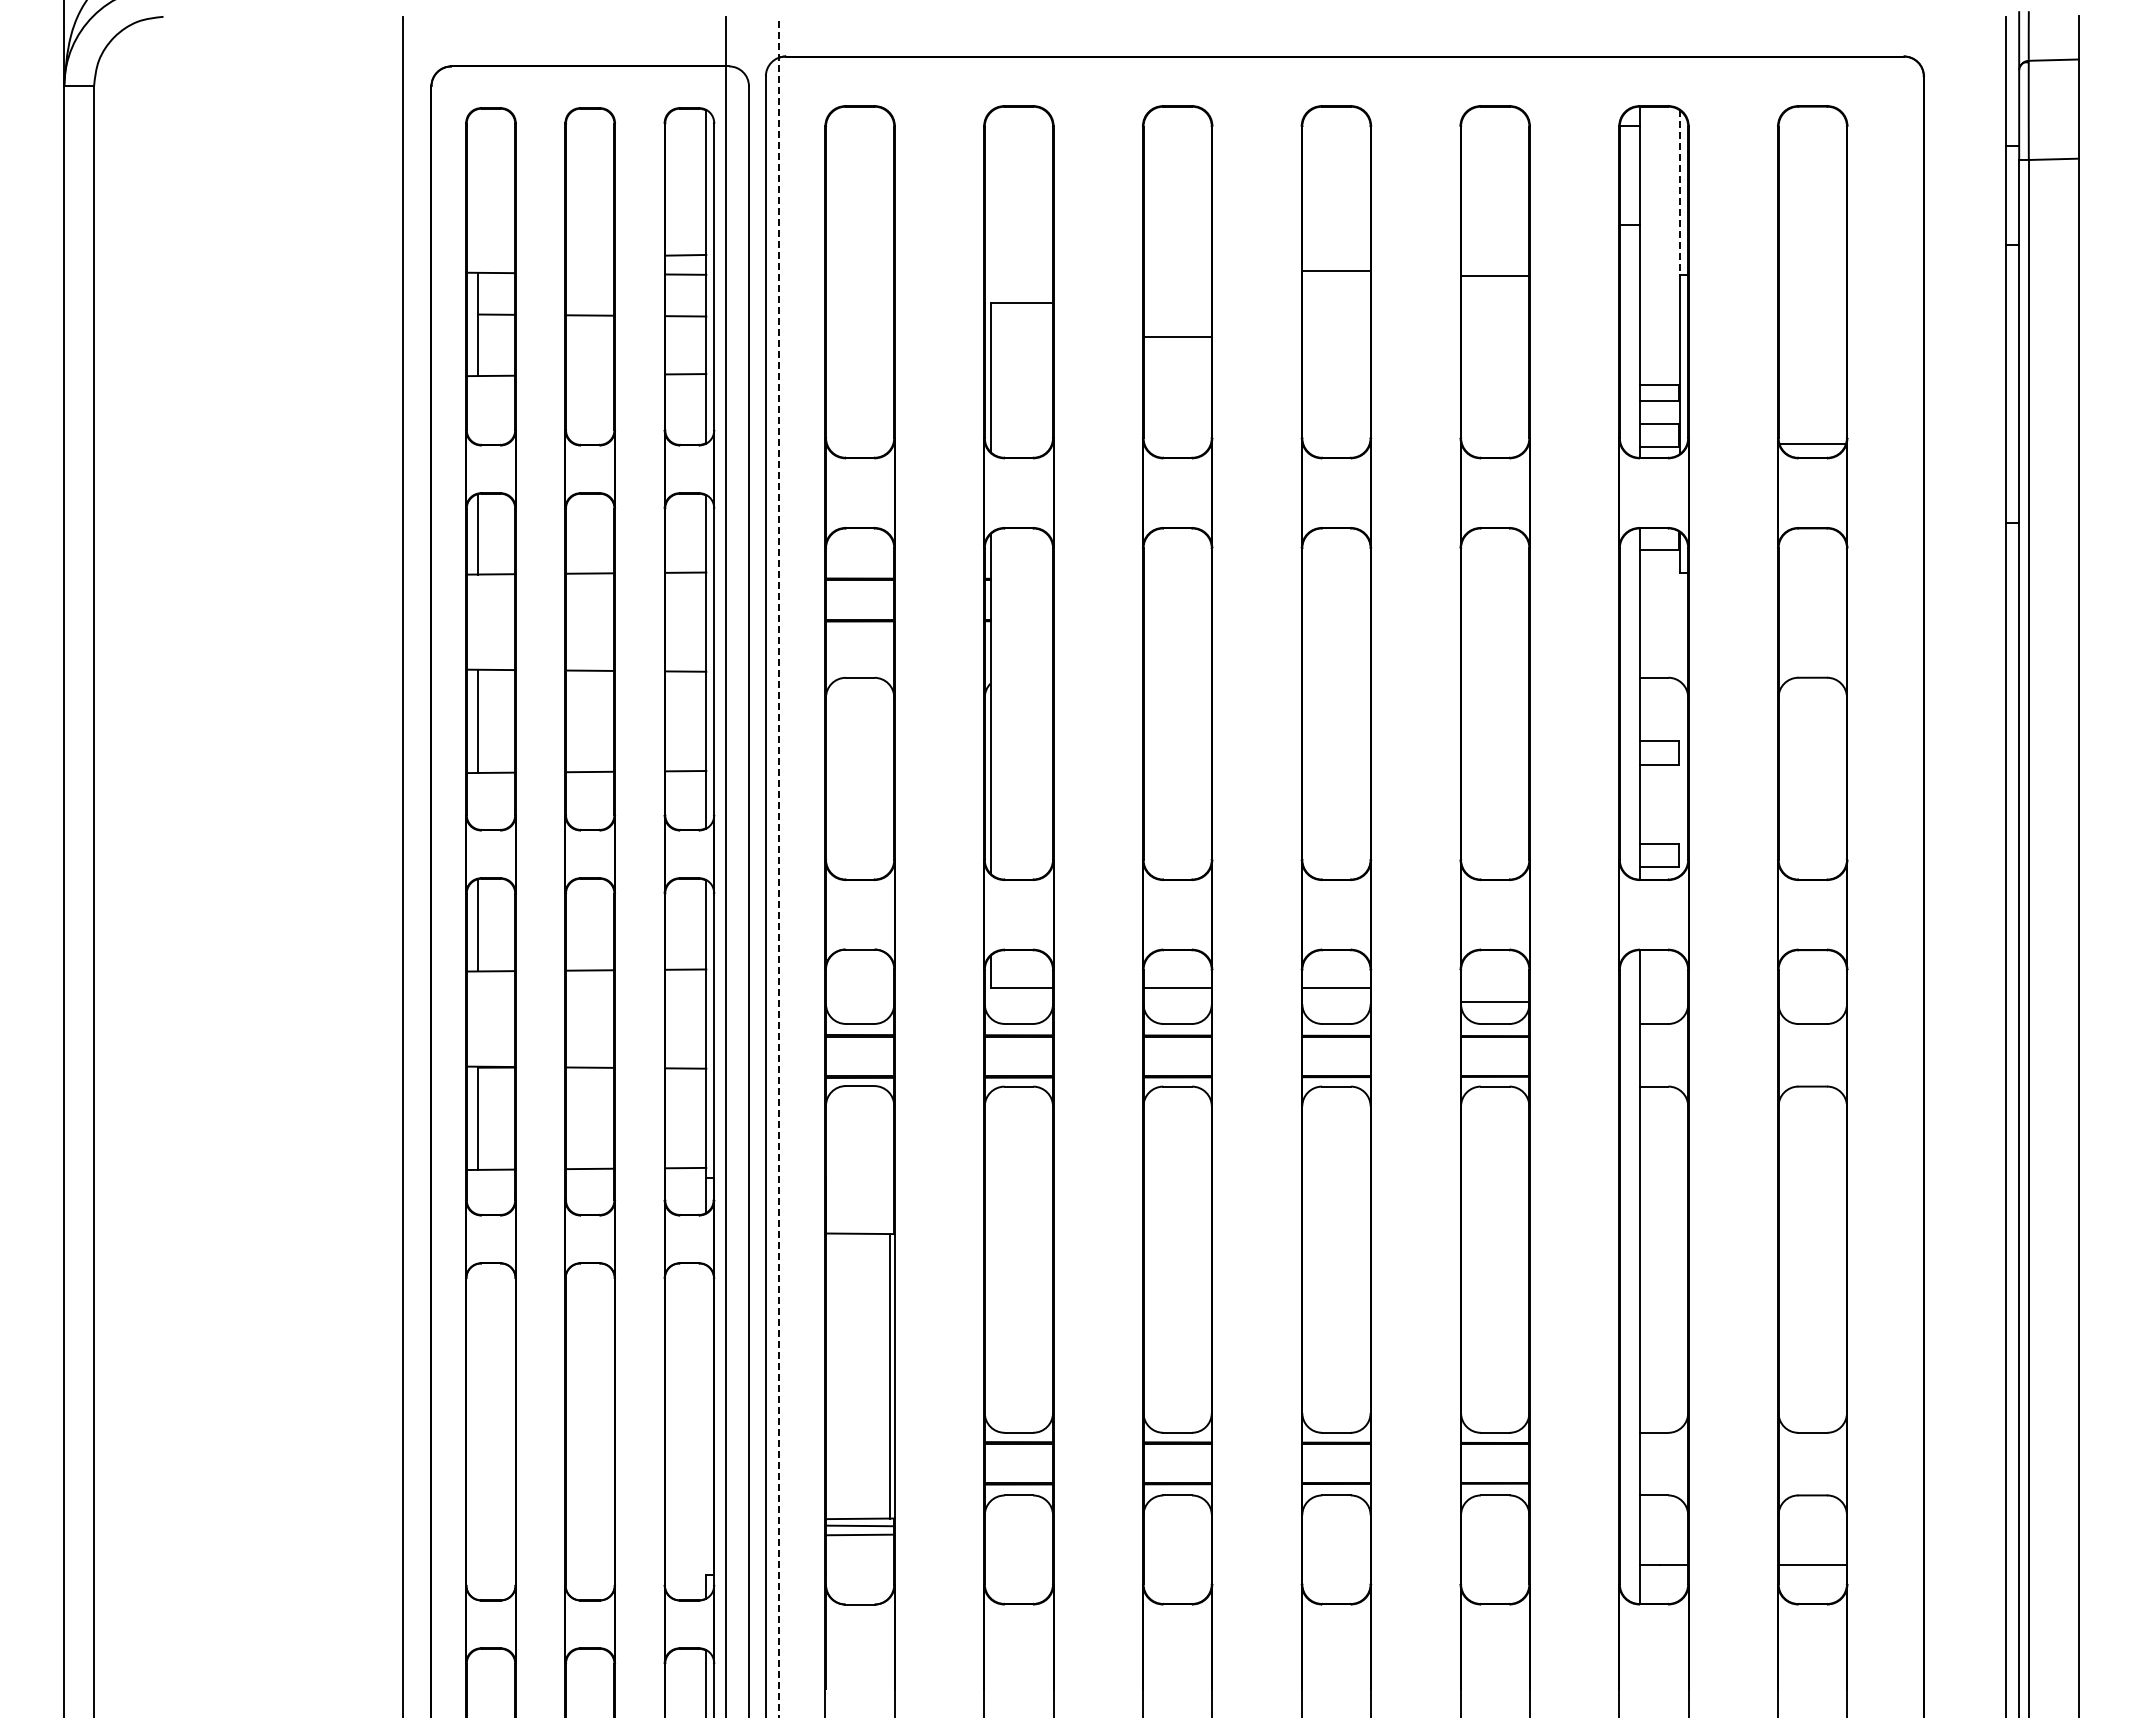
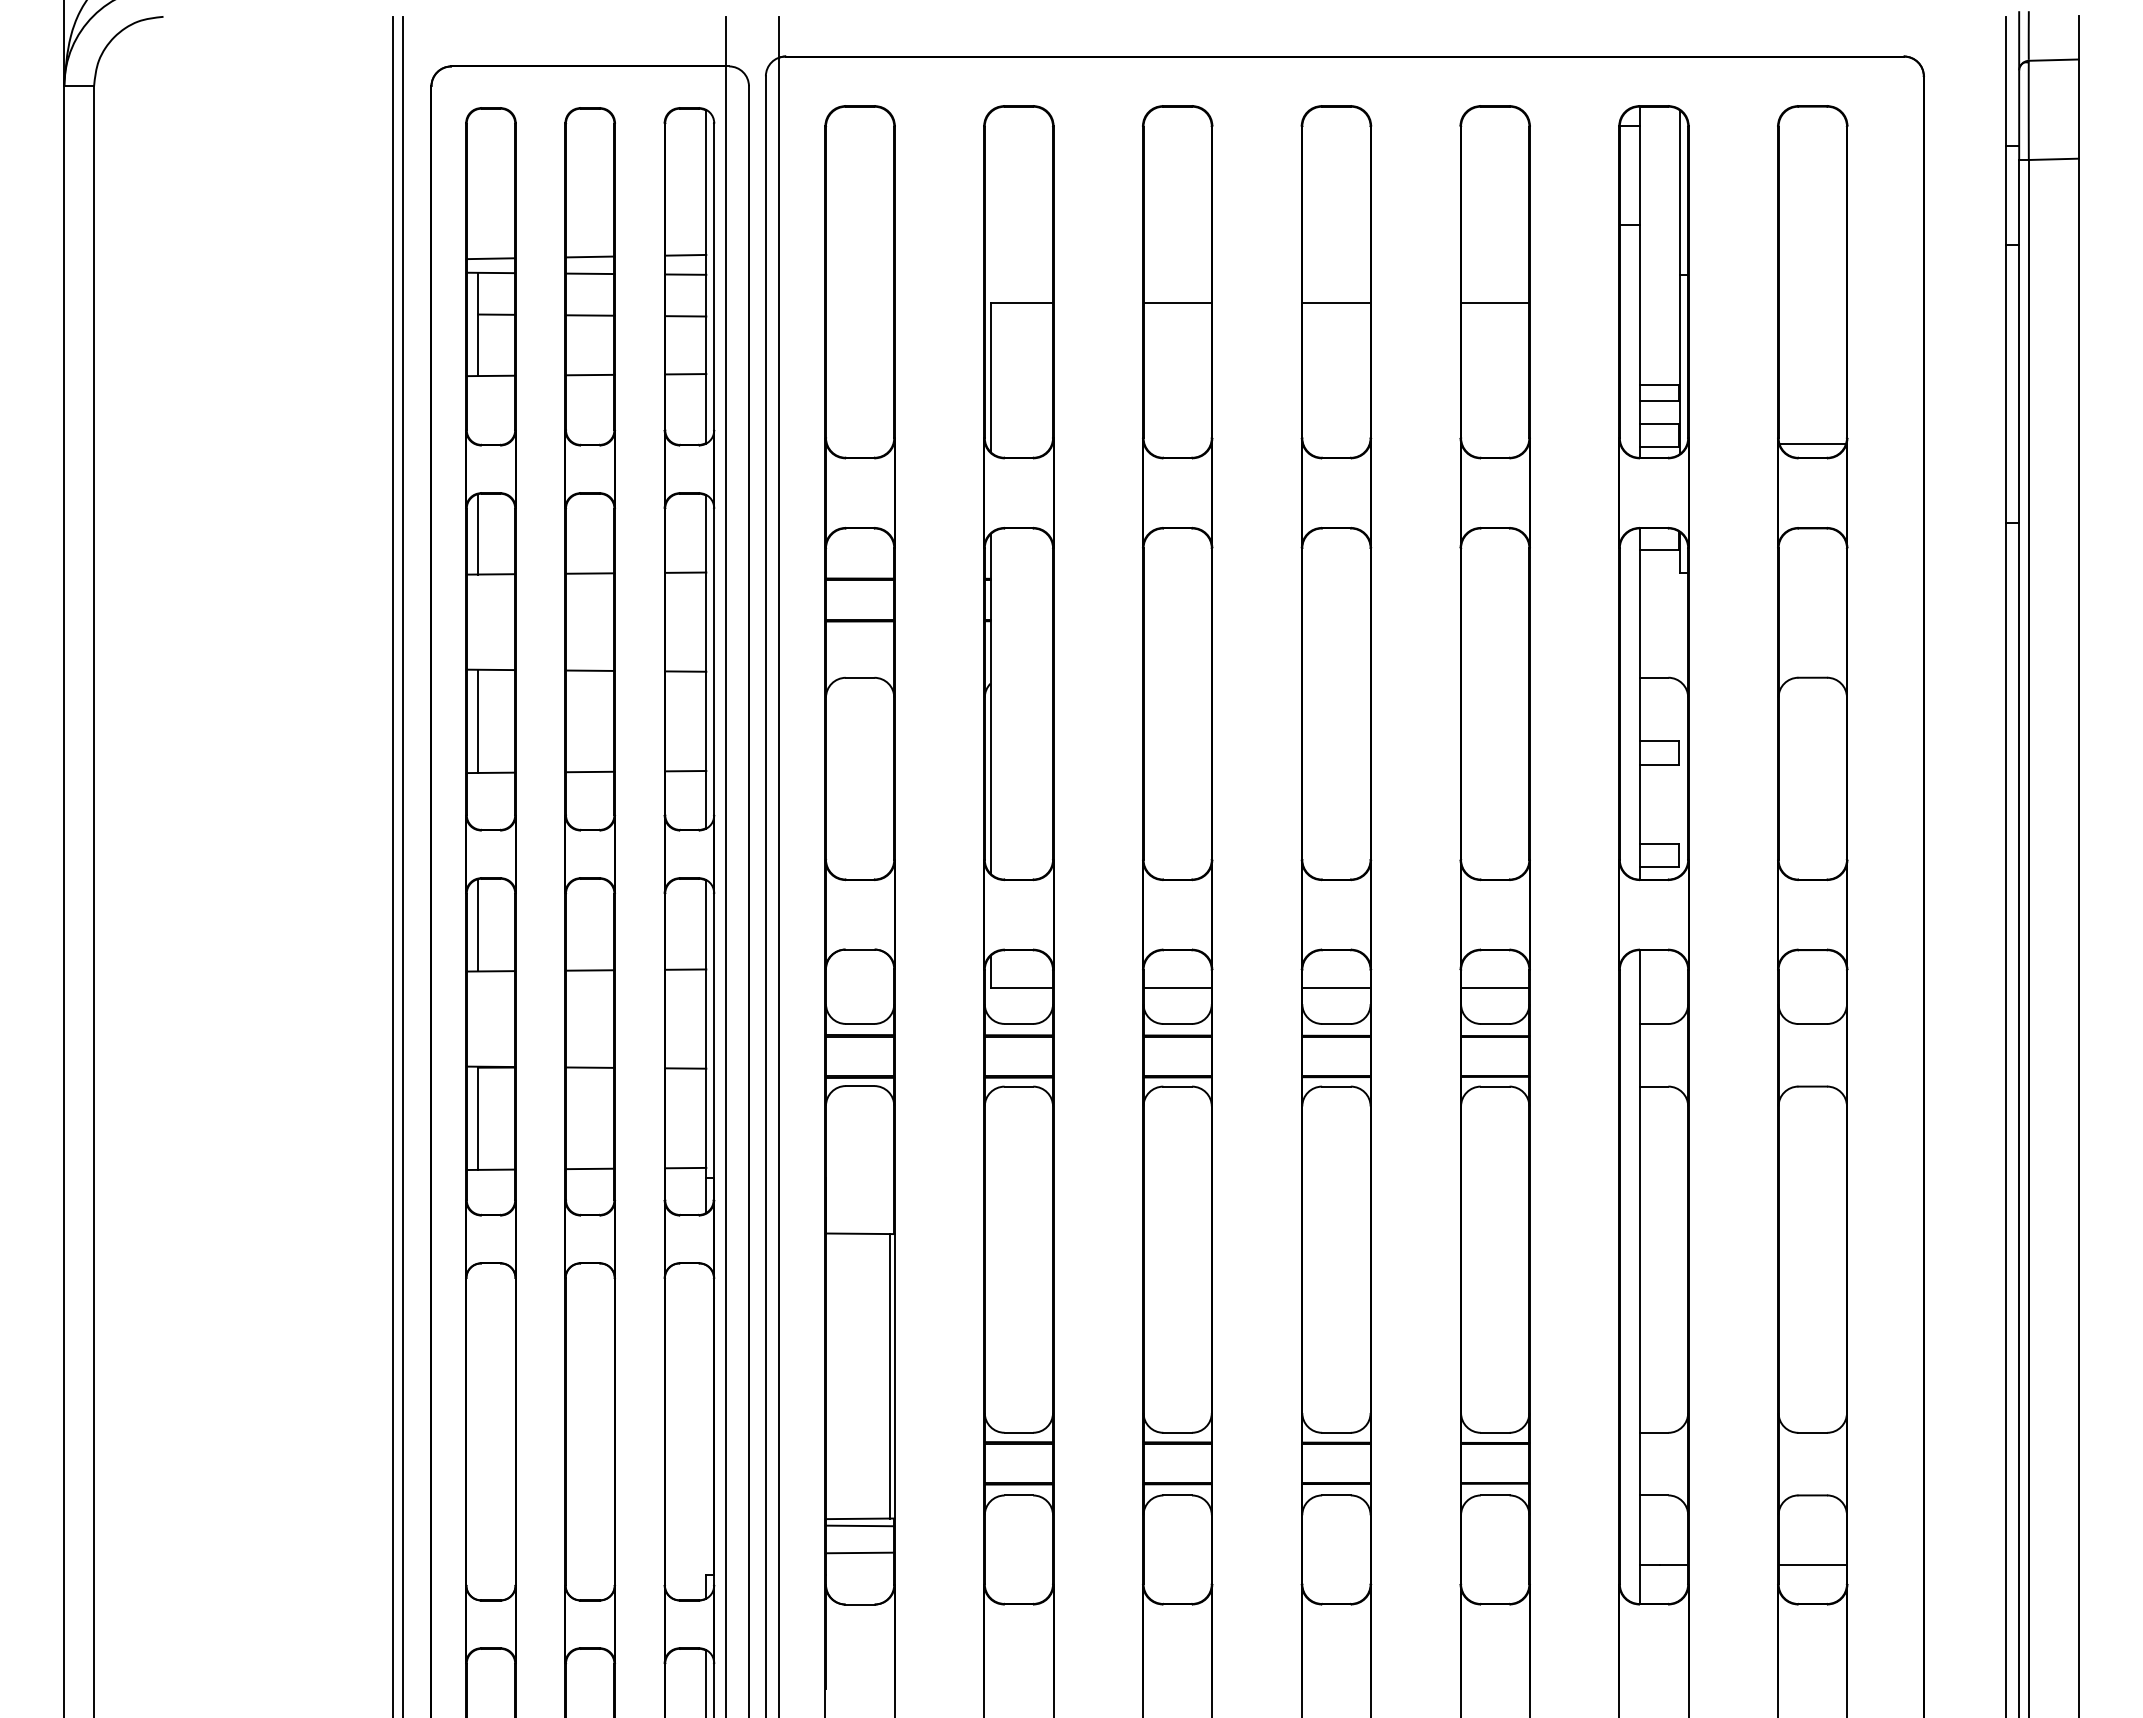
line at (1679, 193): dashed -> solid
line at (589, 256): none -> present
line at (490, 258): none -> present
line at (1336, 270) position: (1336, 270) -> (1336, 302)
line at (589, 273): none -> present
line at (1495, 275) position: (1495, 275) -> (1495, 302)
line at (1177, 336) position: (1177, 336) -> (1177, 302)
line at (589, 374): none -> present
line at (392, 865): none -> present
line at (778, 866): dashed -> solid
line at (1495, 1002) position: (1495, 1002) -> (1495, 988)
line at (859, 1534) position: (859, 1534) -> (859, 1552)
